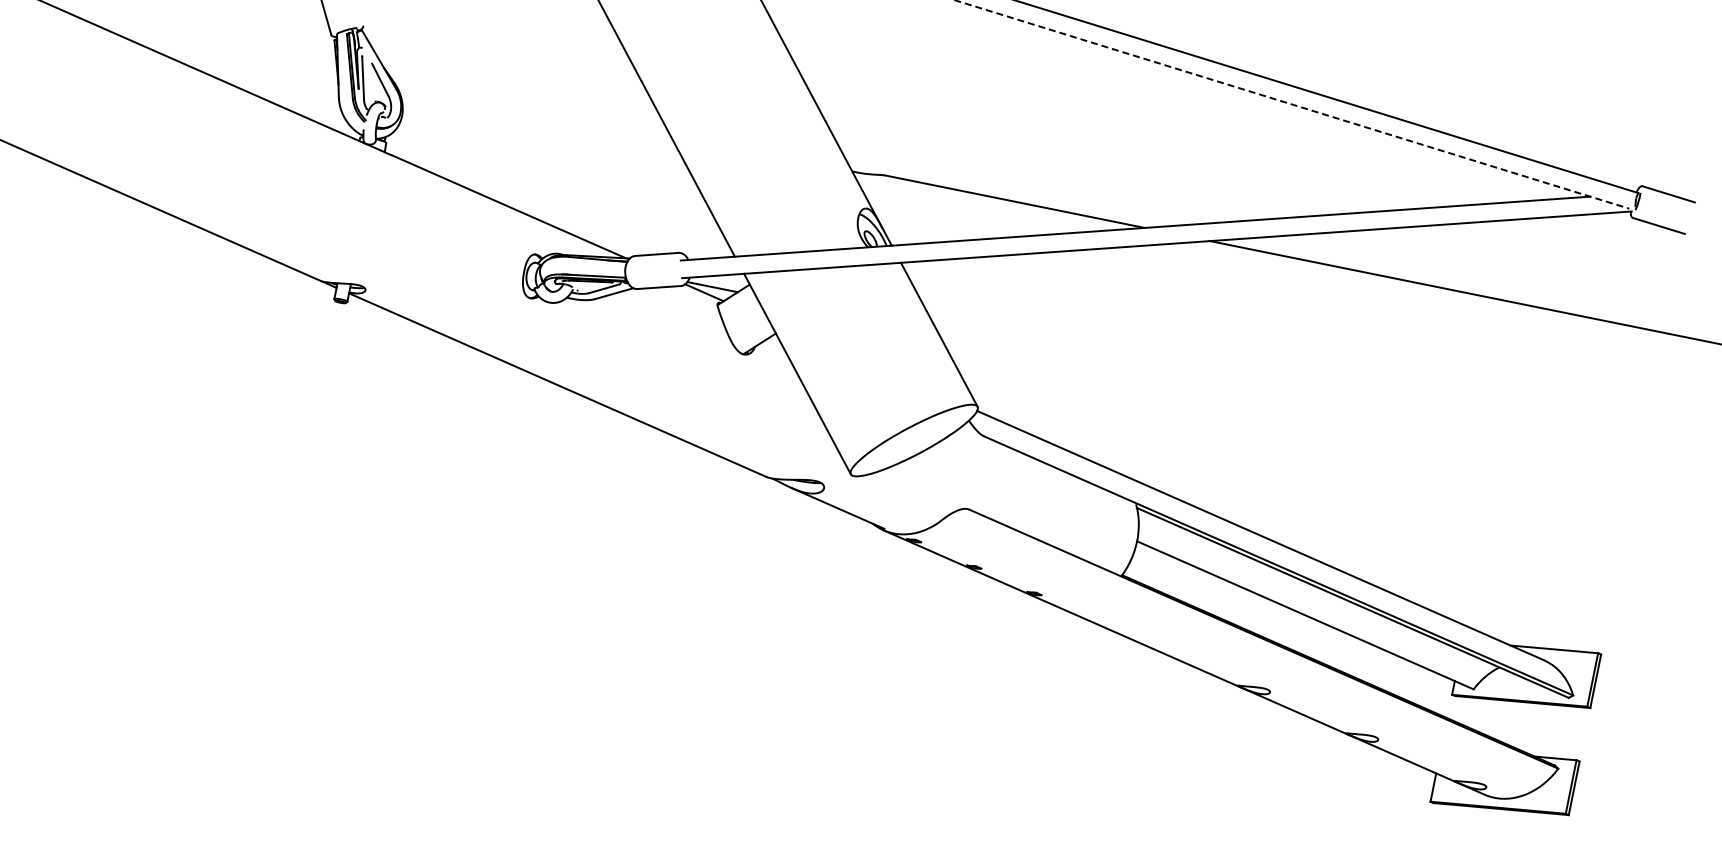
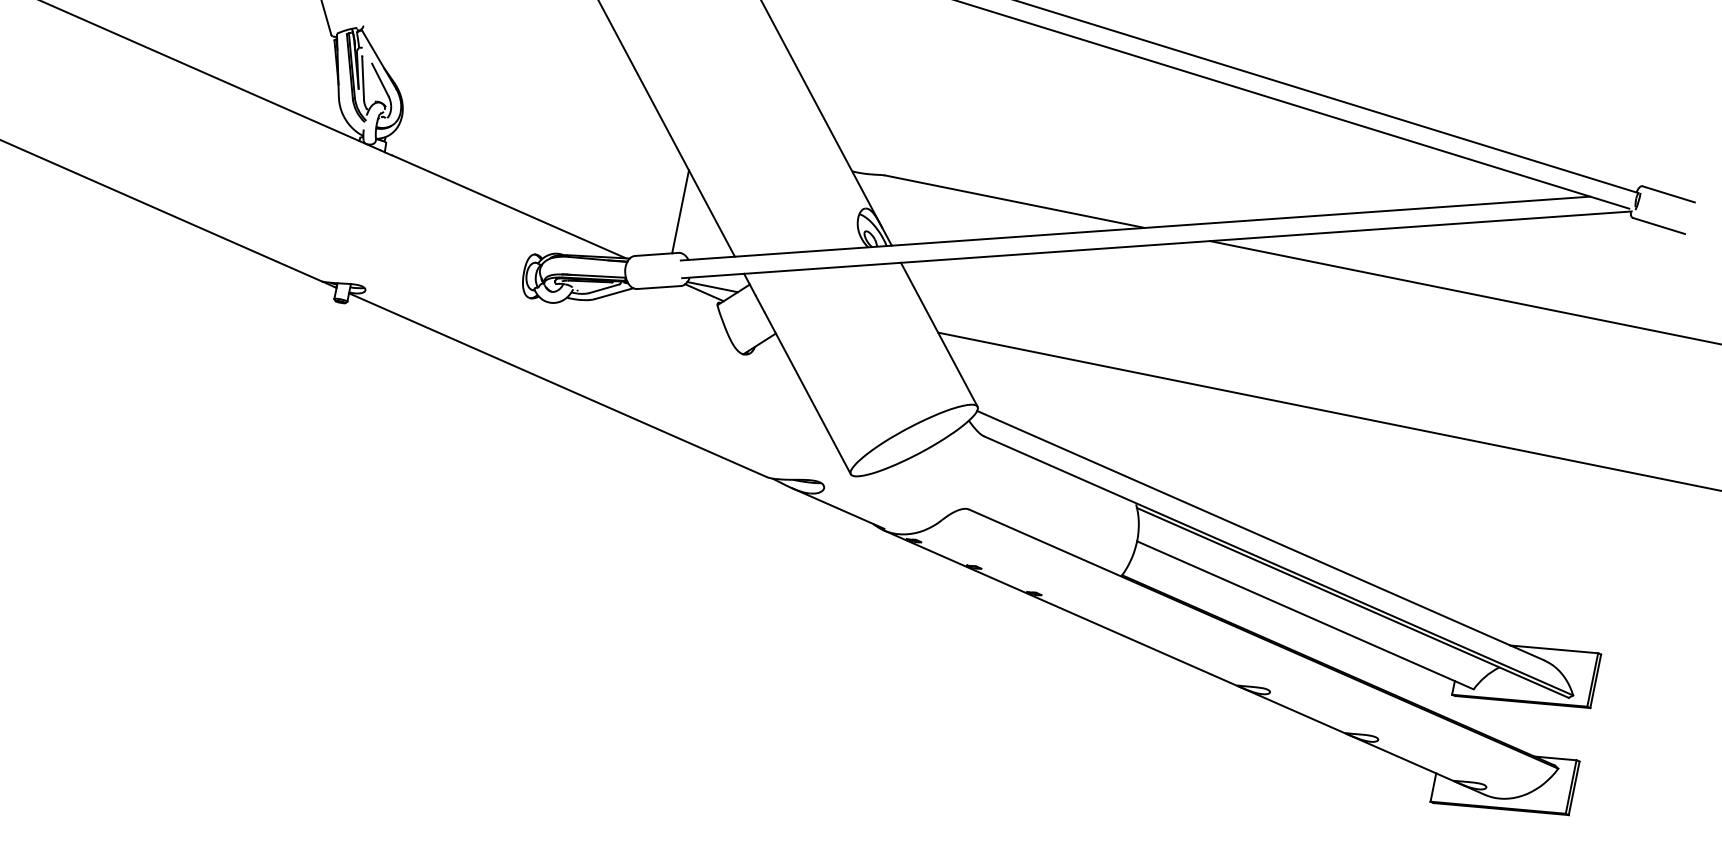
line at (1292, 104): dashed -> solid
line at (680, 211): none -> present
line at (1328, 411): none -> present
